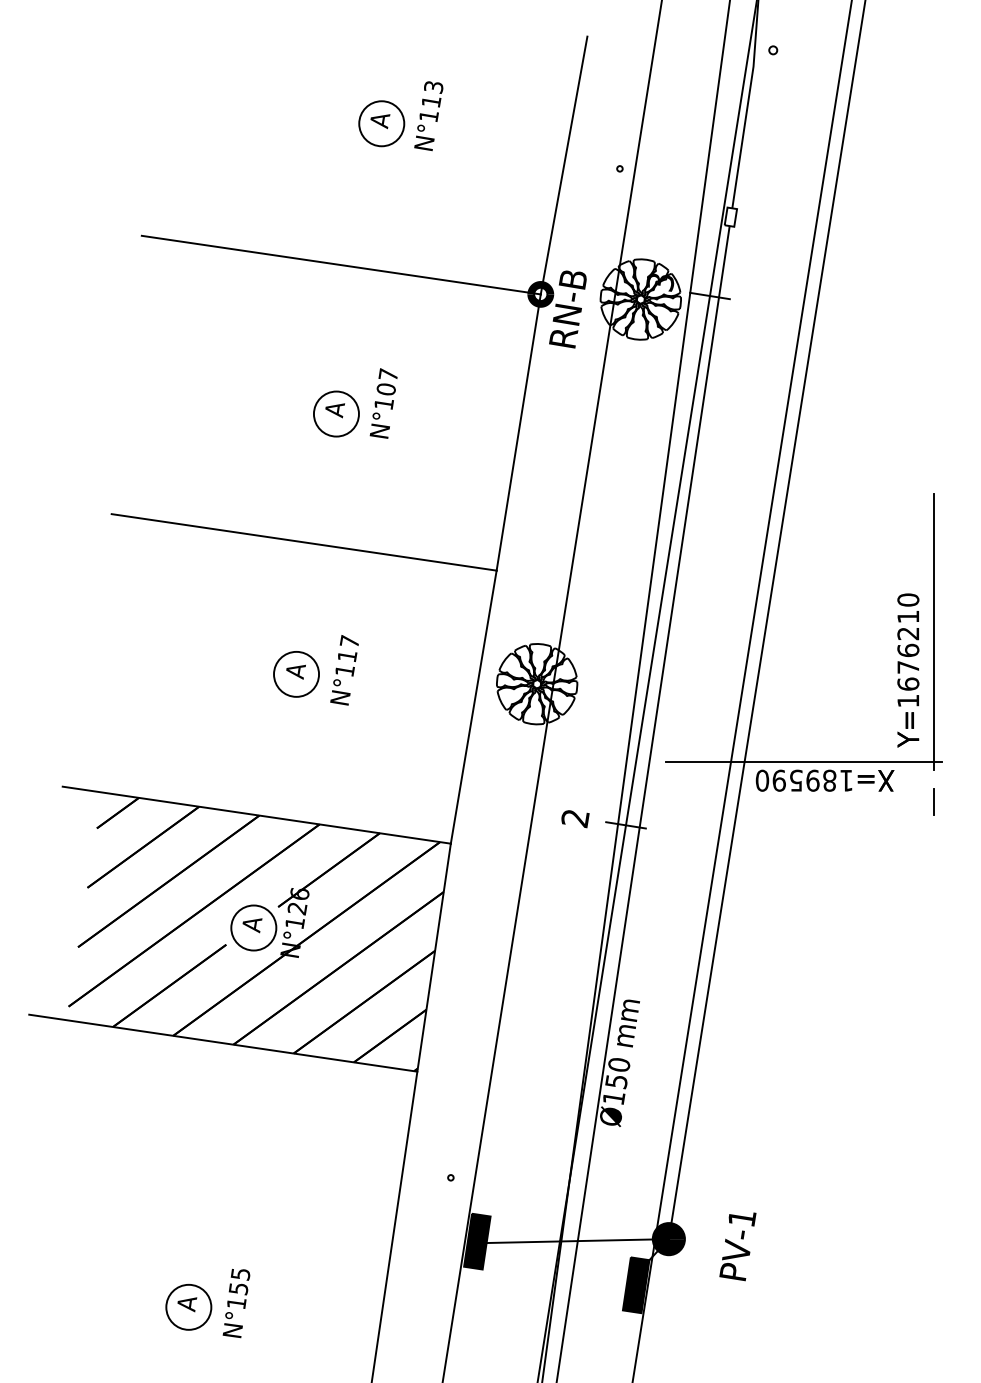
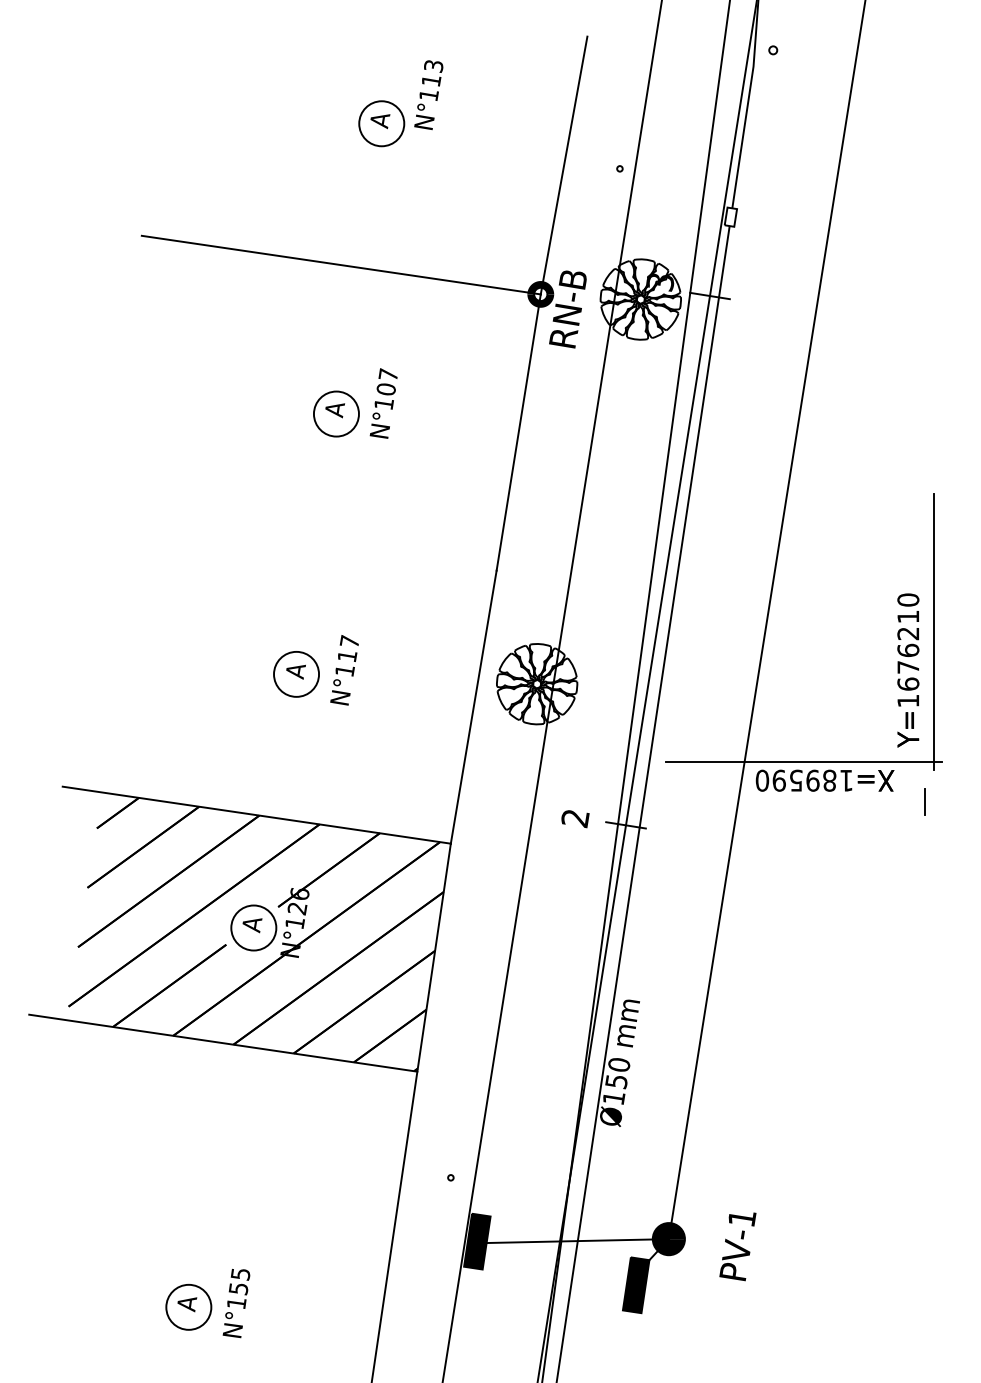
text at (428, 116) position: (428, 116) -> (428, 95)
line at (303, 542): present -> none
line at (742, 690): present -> none
line at (933, 801) position: (933, 801) -> (924, 801)
